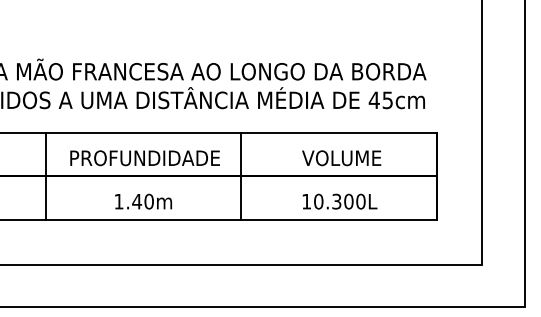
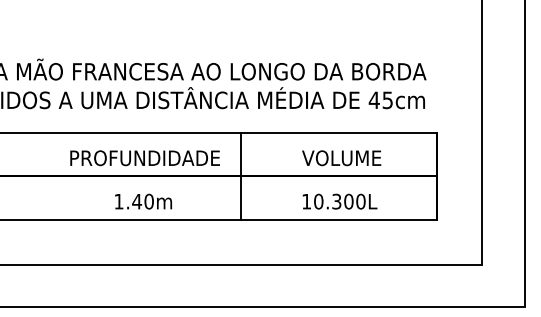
line at (45, 175): present -> none
